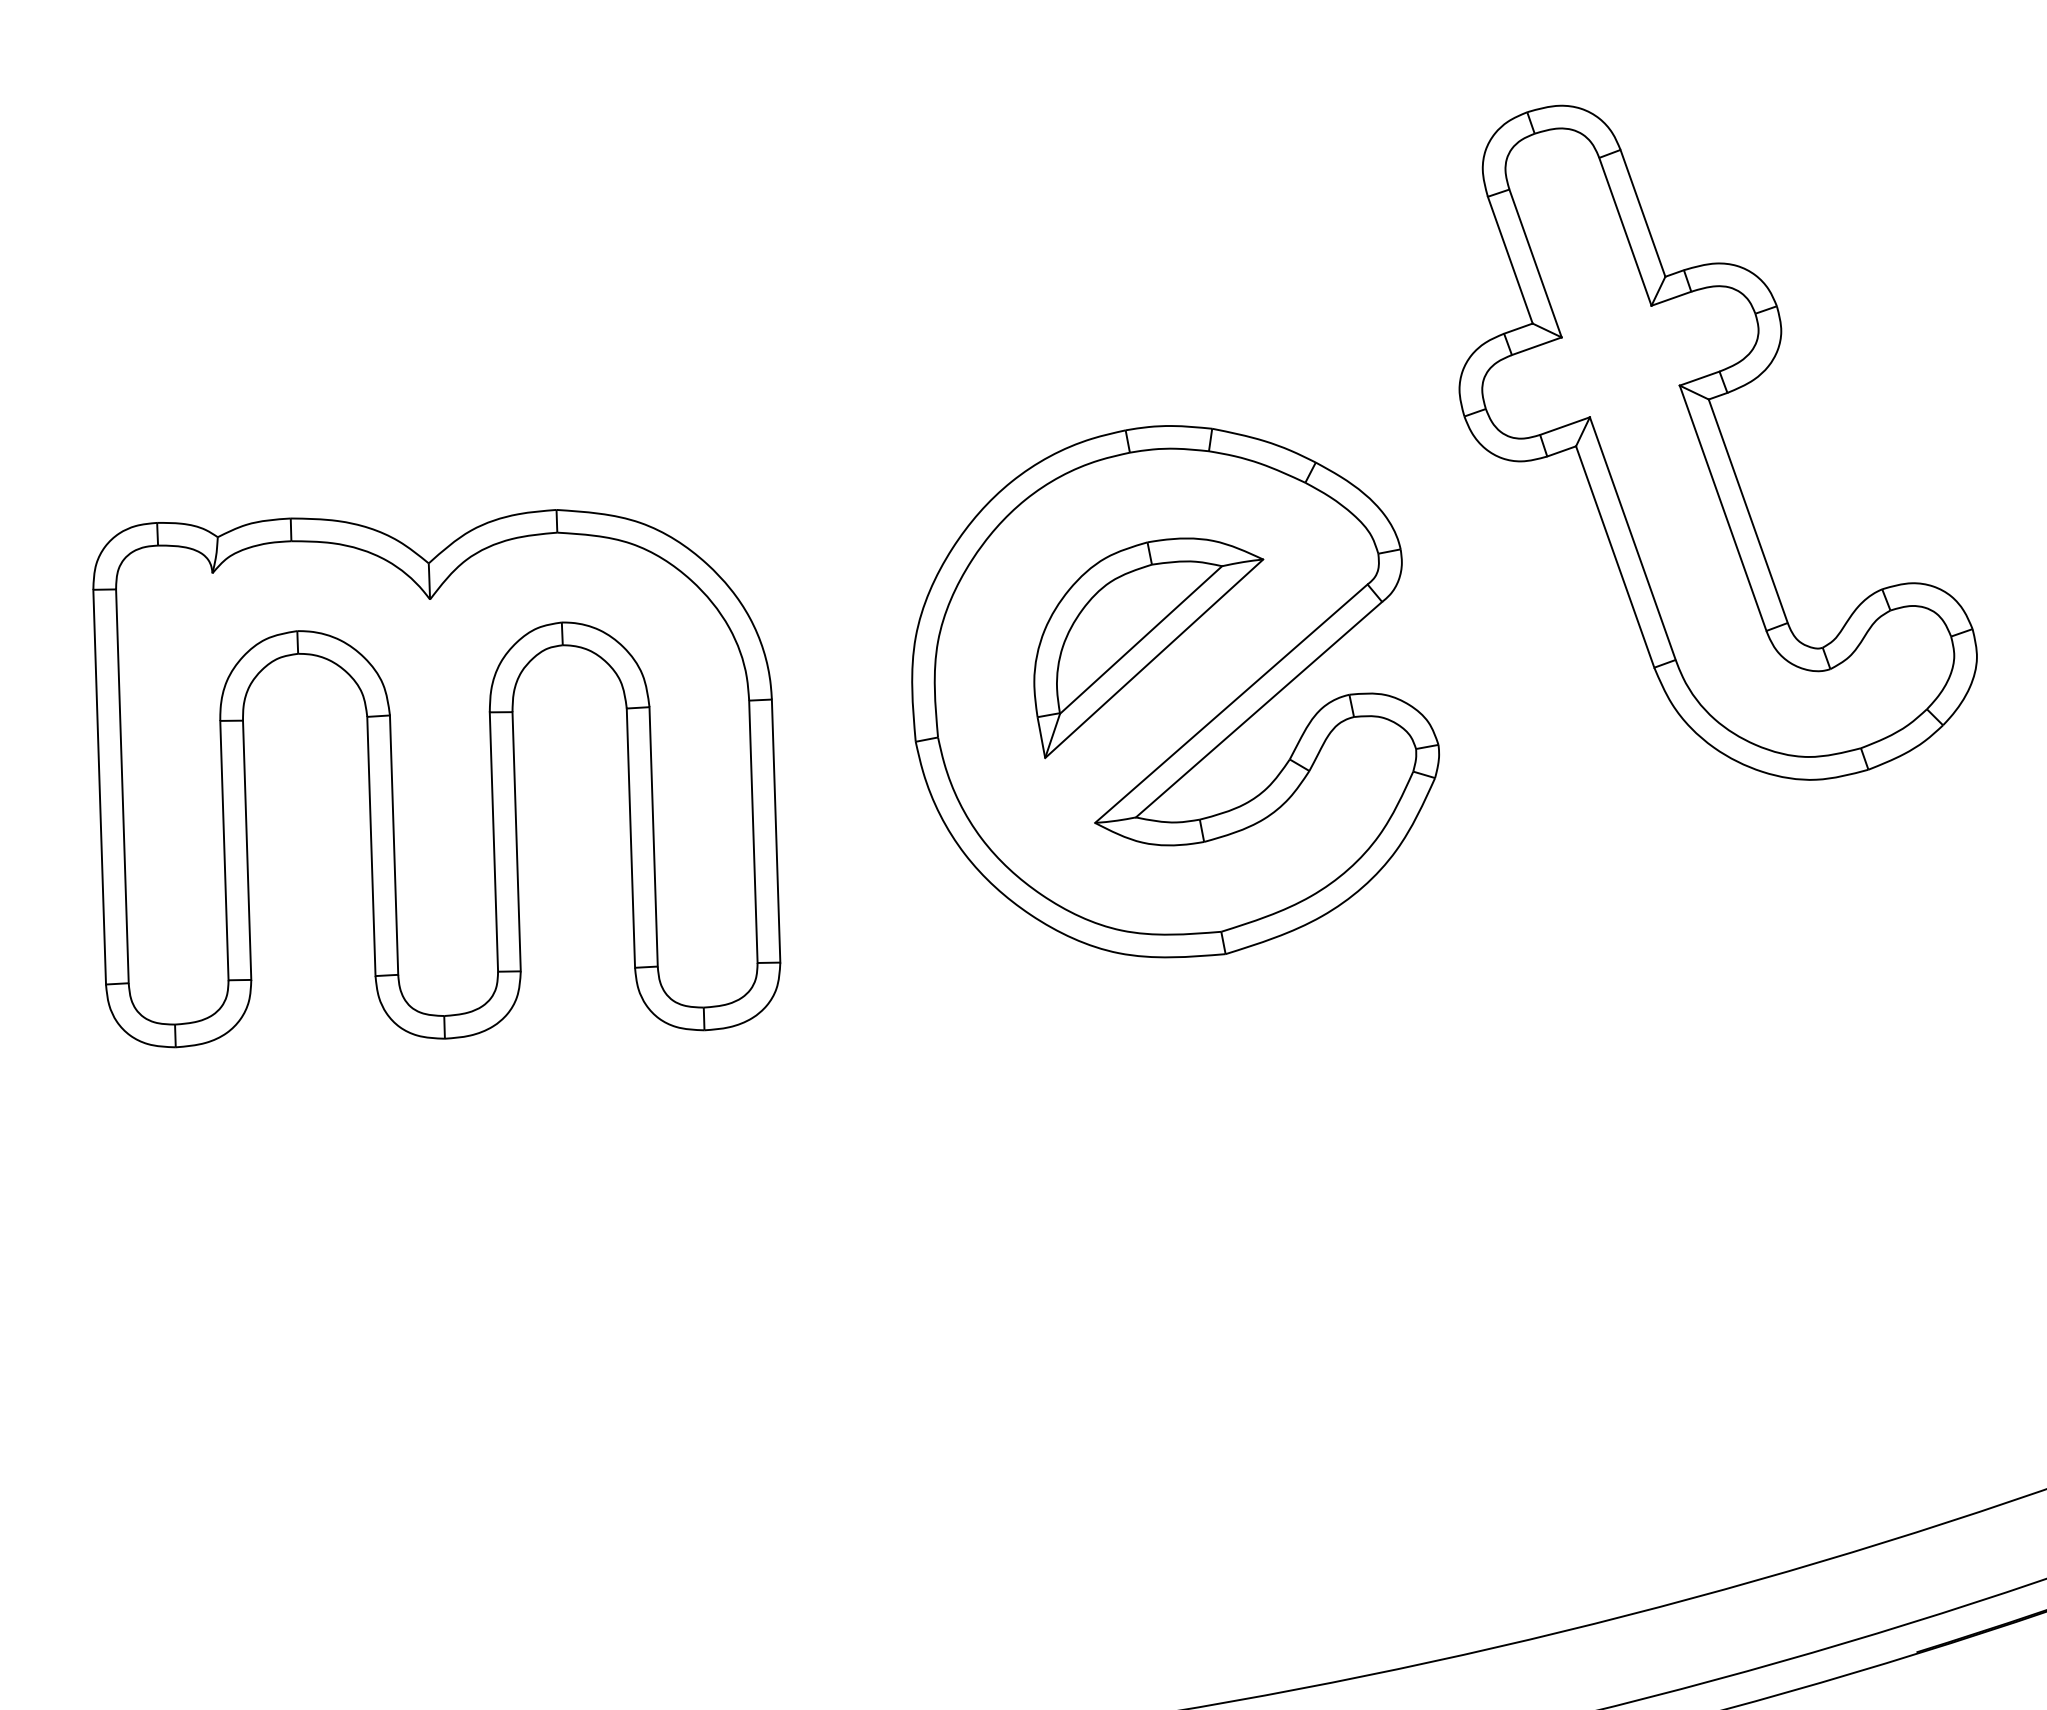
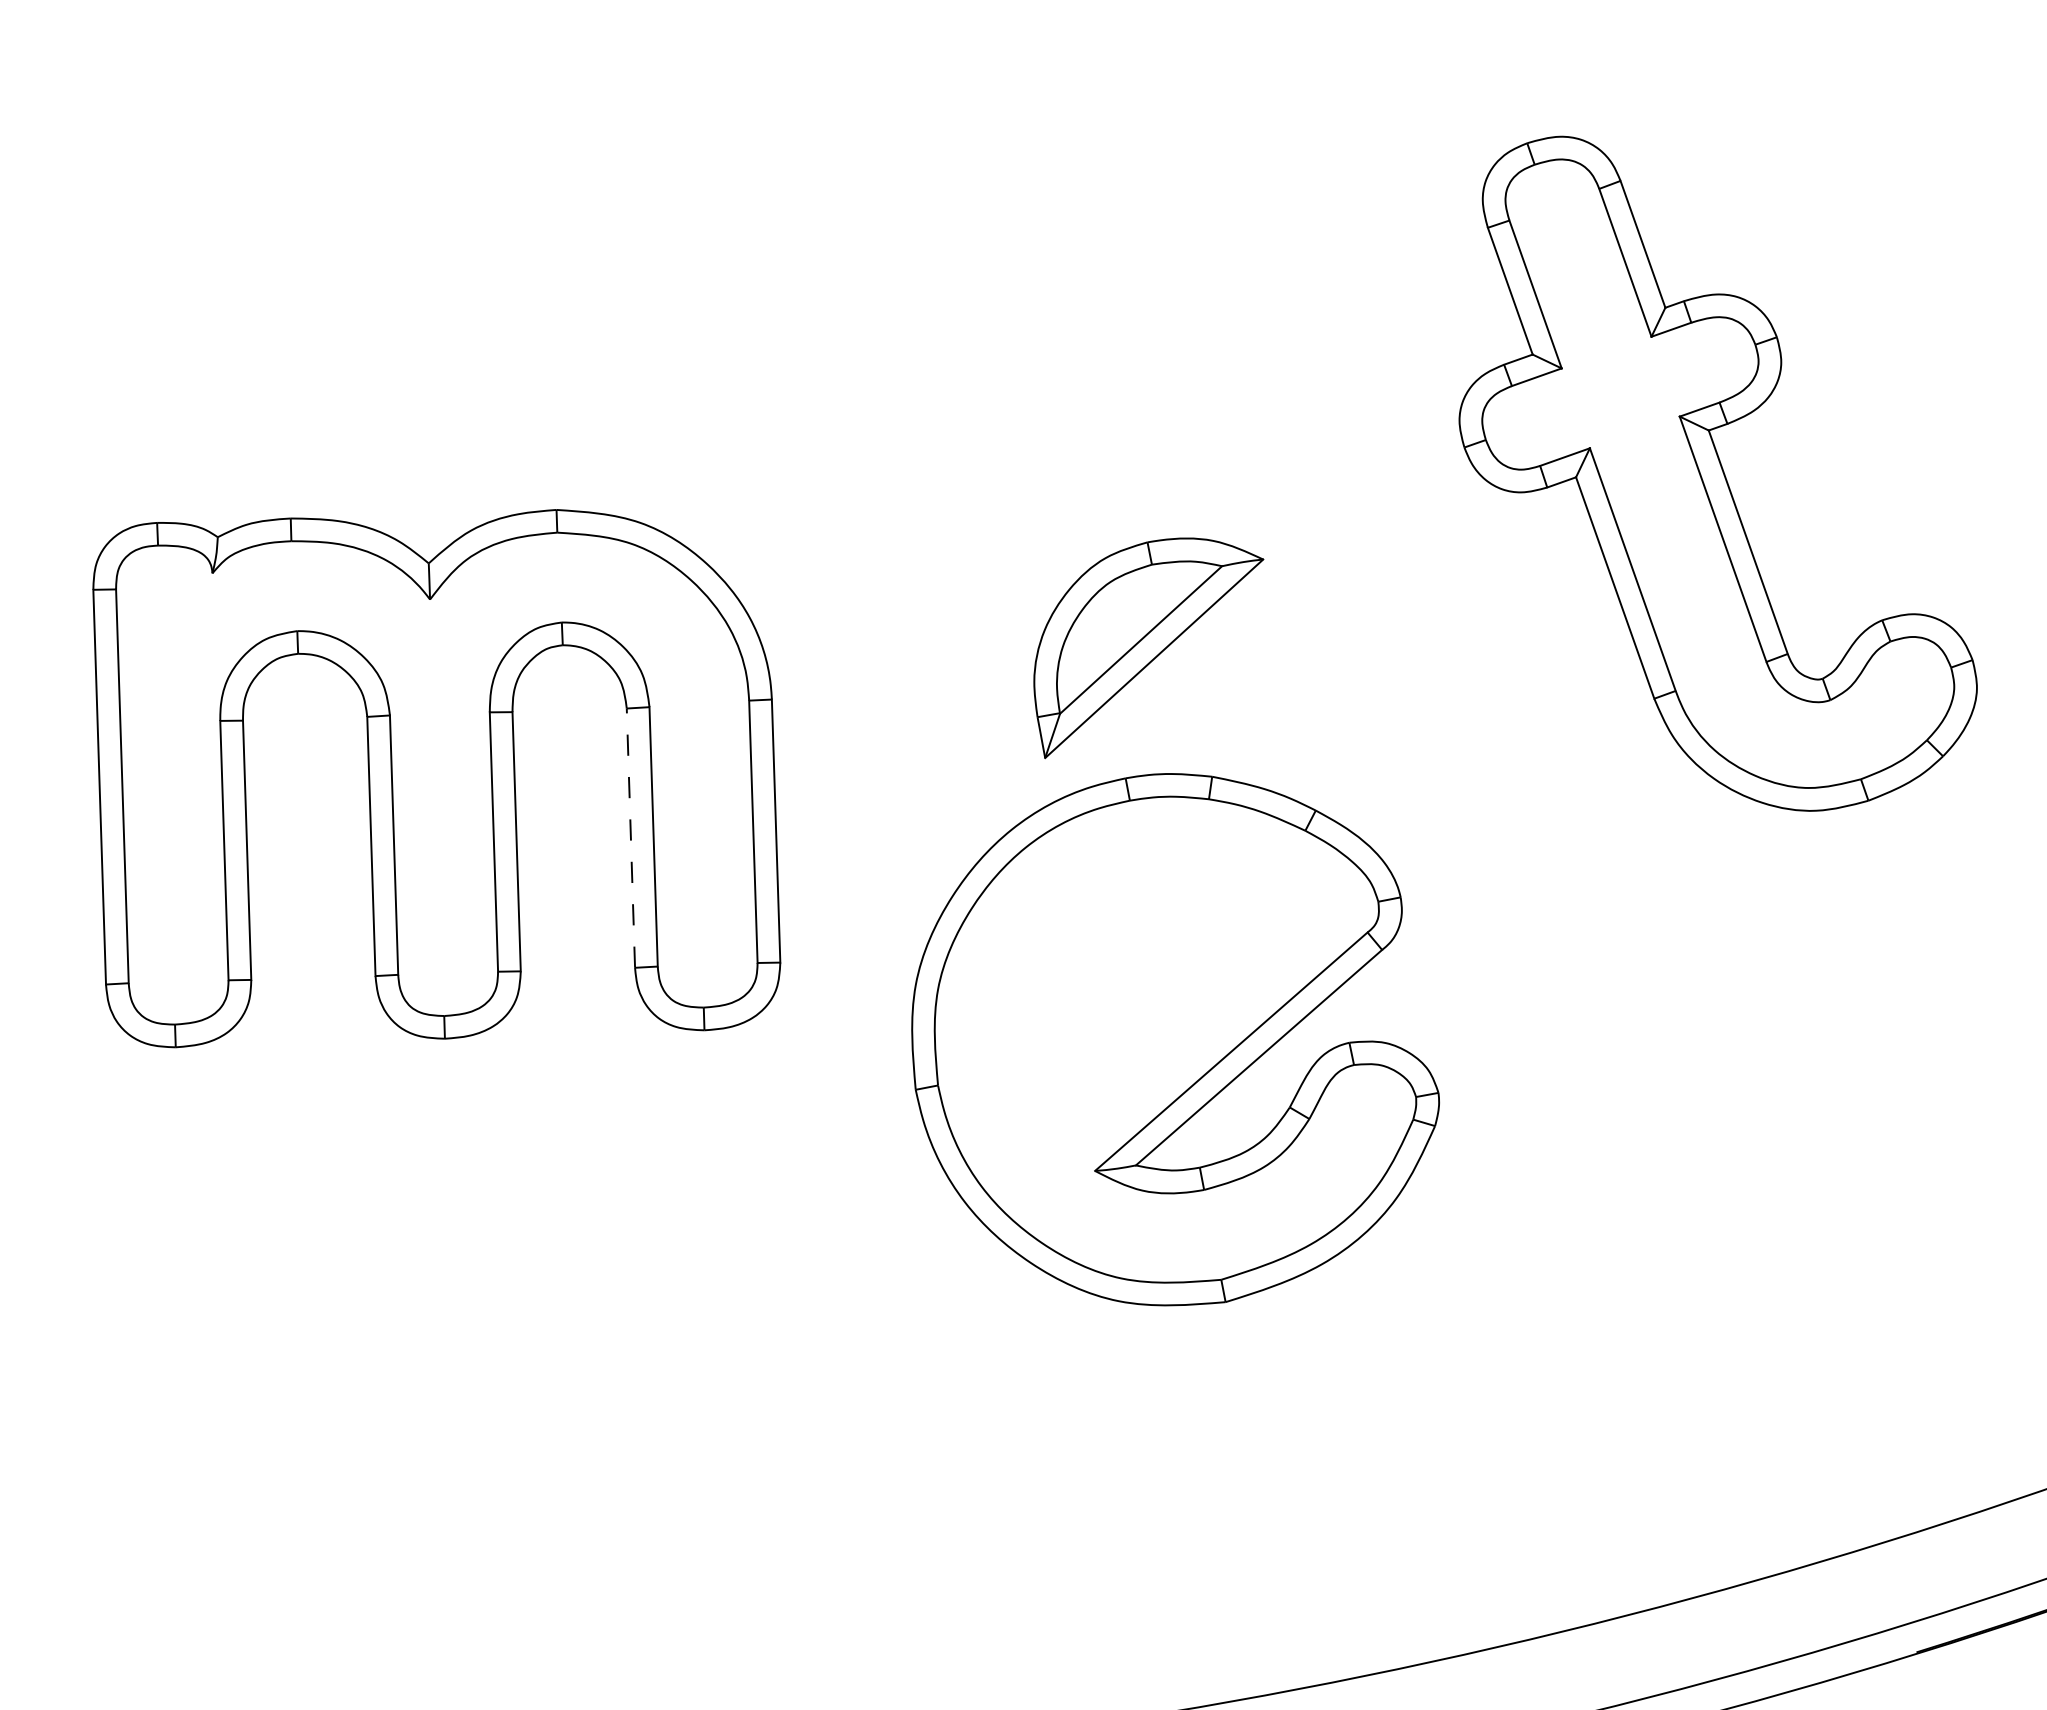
part at (1717, 442) position: (1717, 442) -> (1717, 473)
part at (1175, 691) position: (1175, 691) -> (1175, 1039)
line at (630, 838): solid -> dashed
